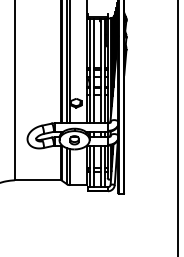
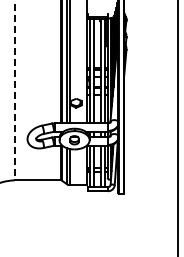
line at (14, 90): solid -> dashed
